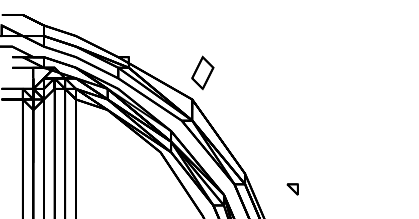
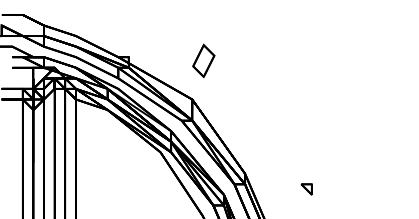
part at (202, 72) position: (202, 72) -> (203, 60)
part at (292, 189) position: (292, 189) -> (306, 189)
